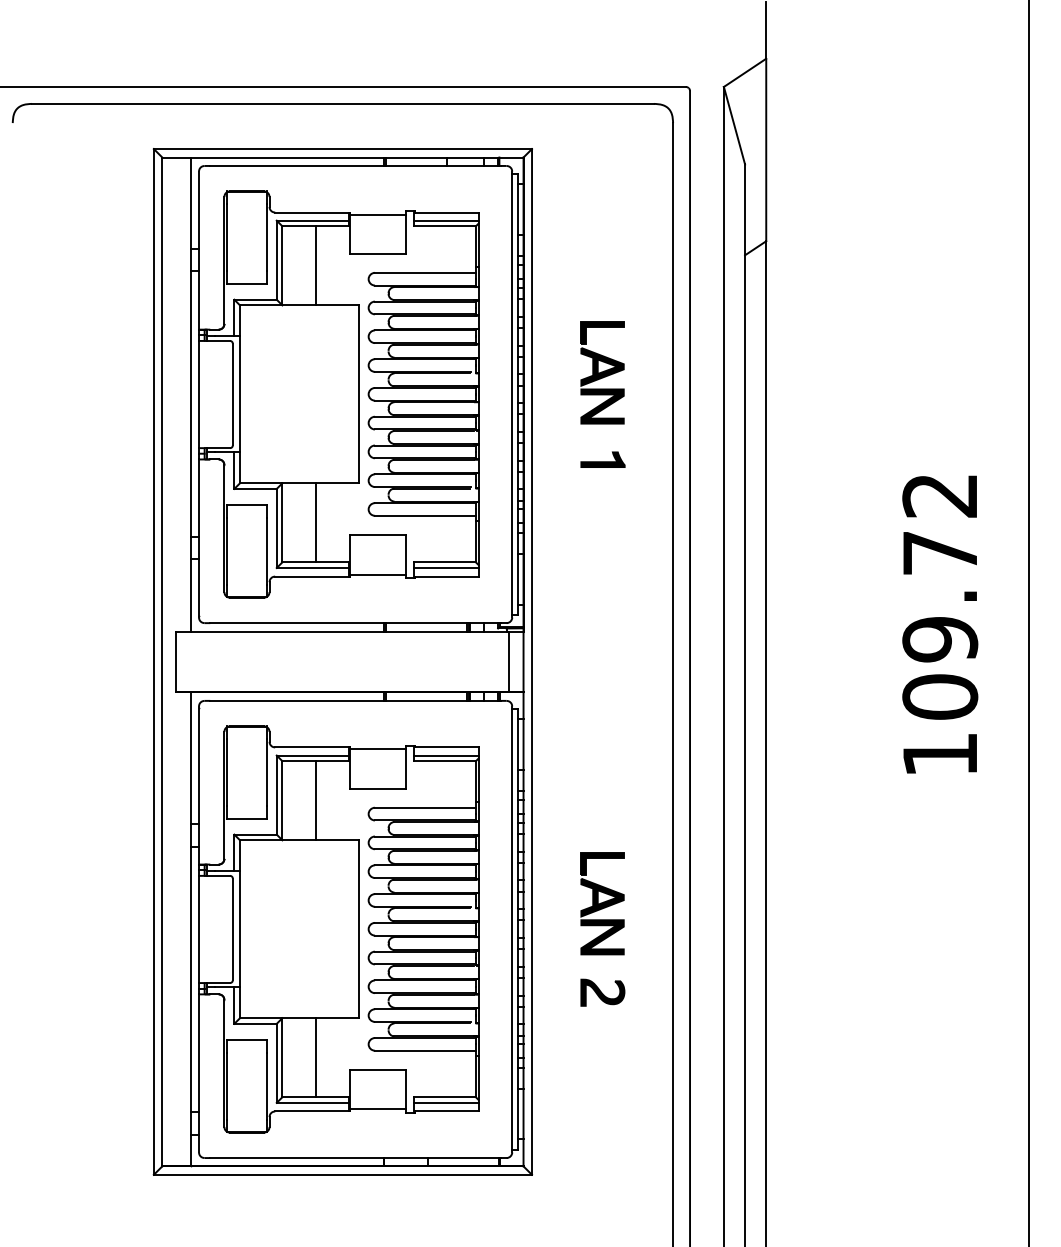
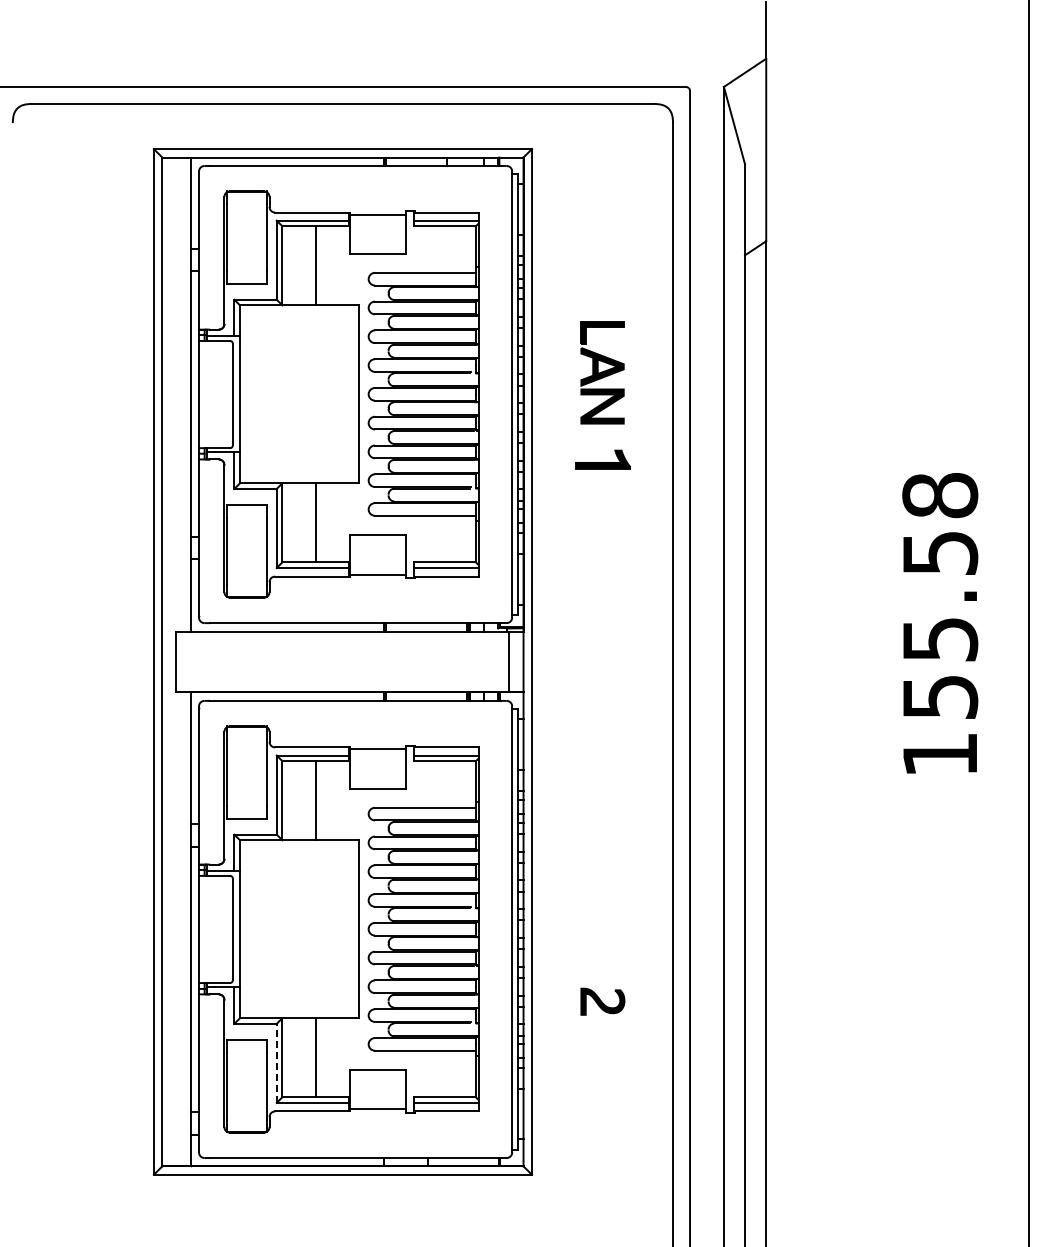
part at (602, 459) size: 46x17 px -> 56x21 px
text at (940, 595): 109.72 -> 155.58
part at (602, 903): present -> none
part at (602, 992) position: (602, 992) -> (602, 1001)
line at (276, 1063): solid -> dashed
